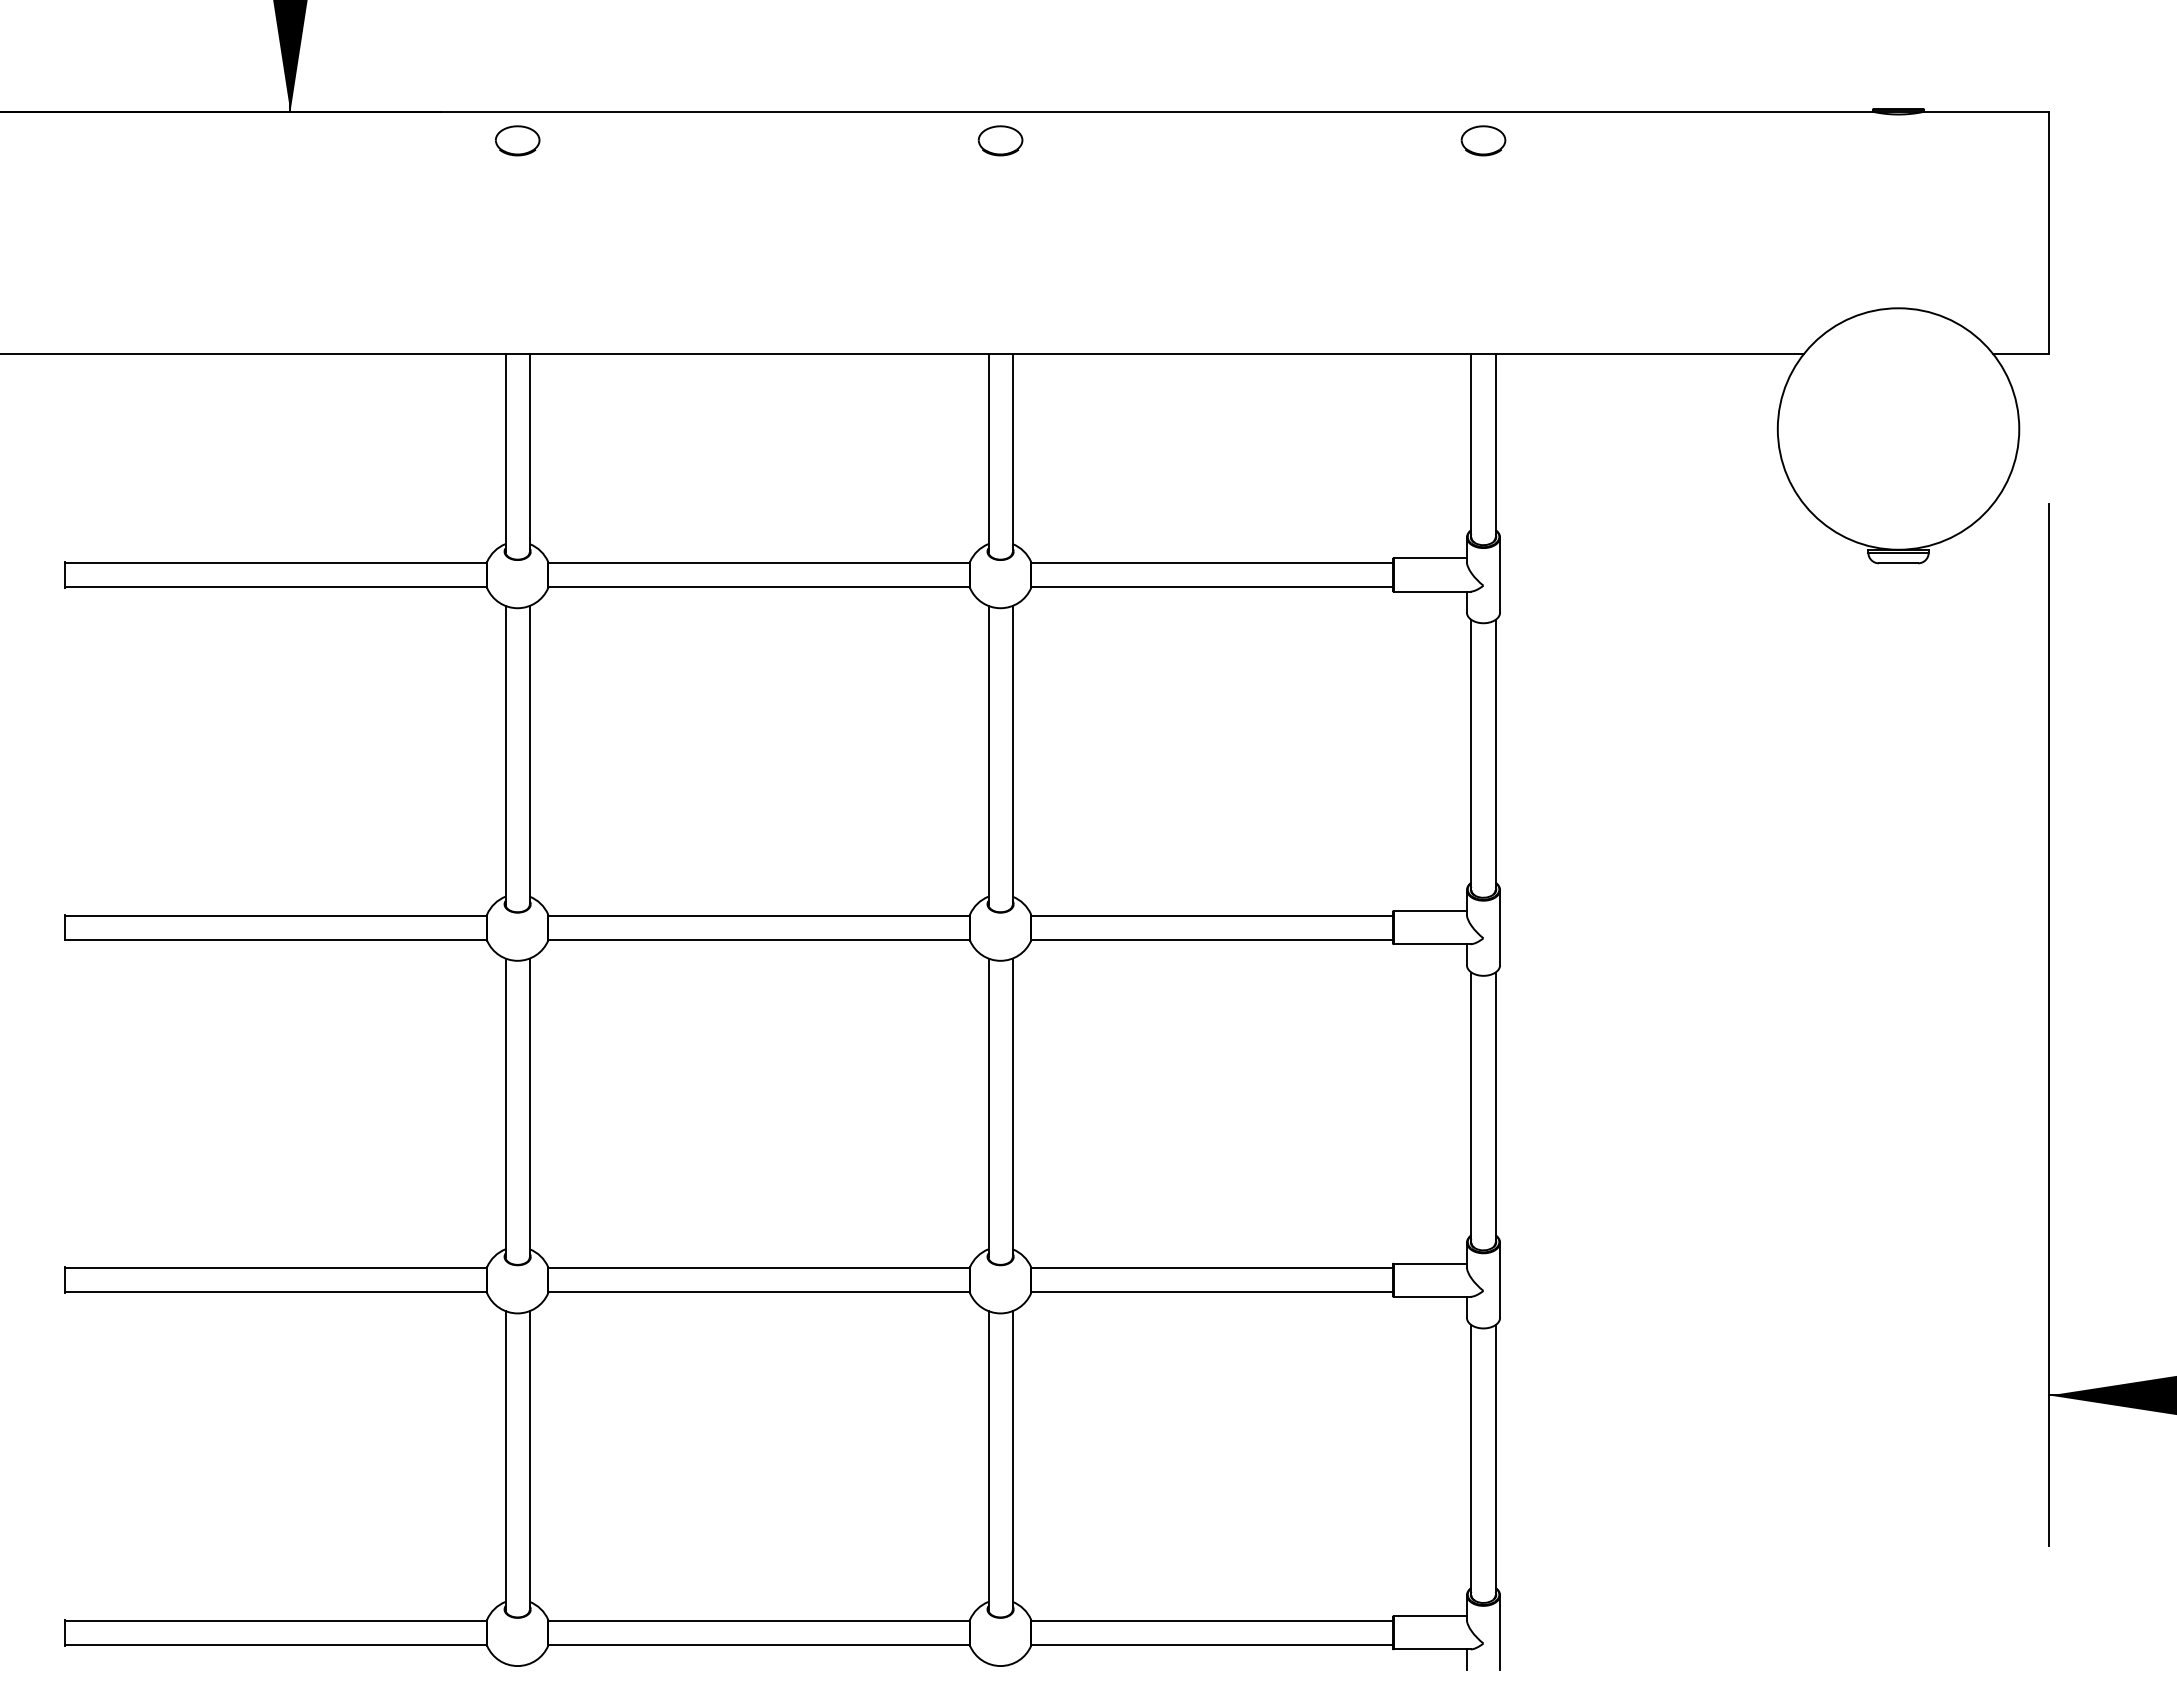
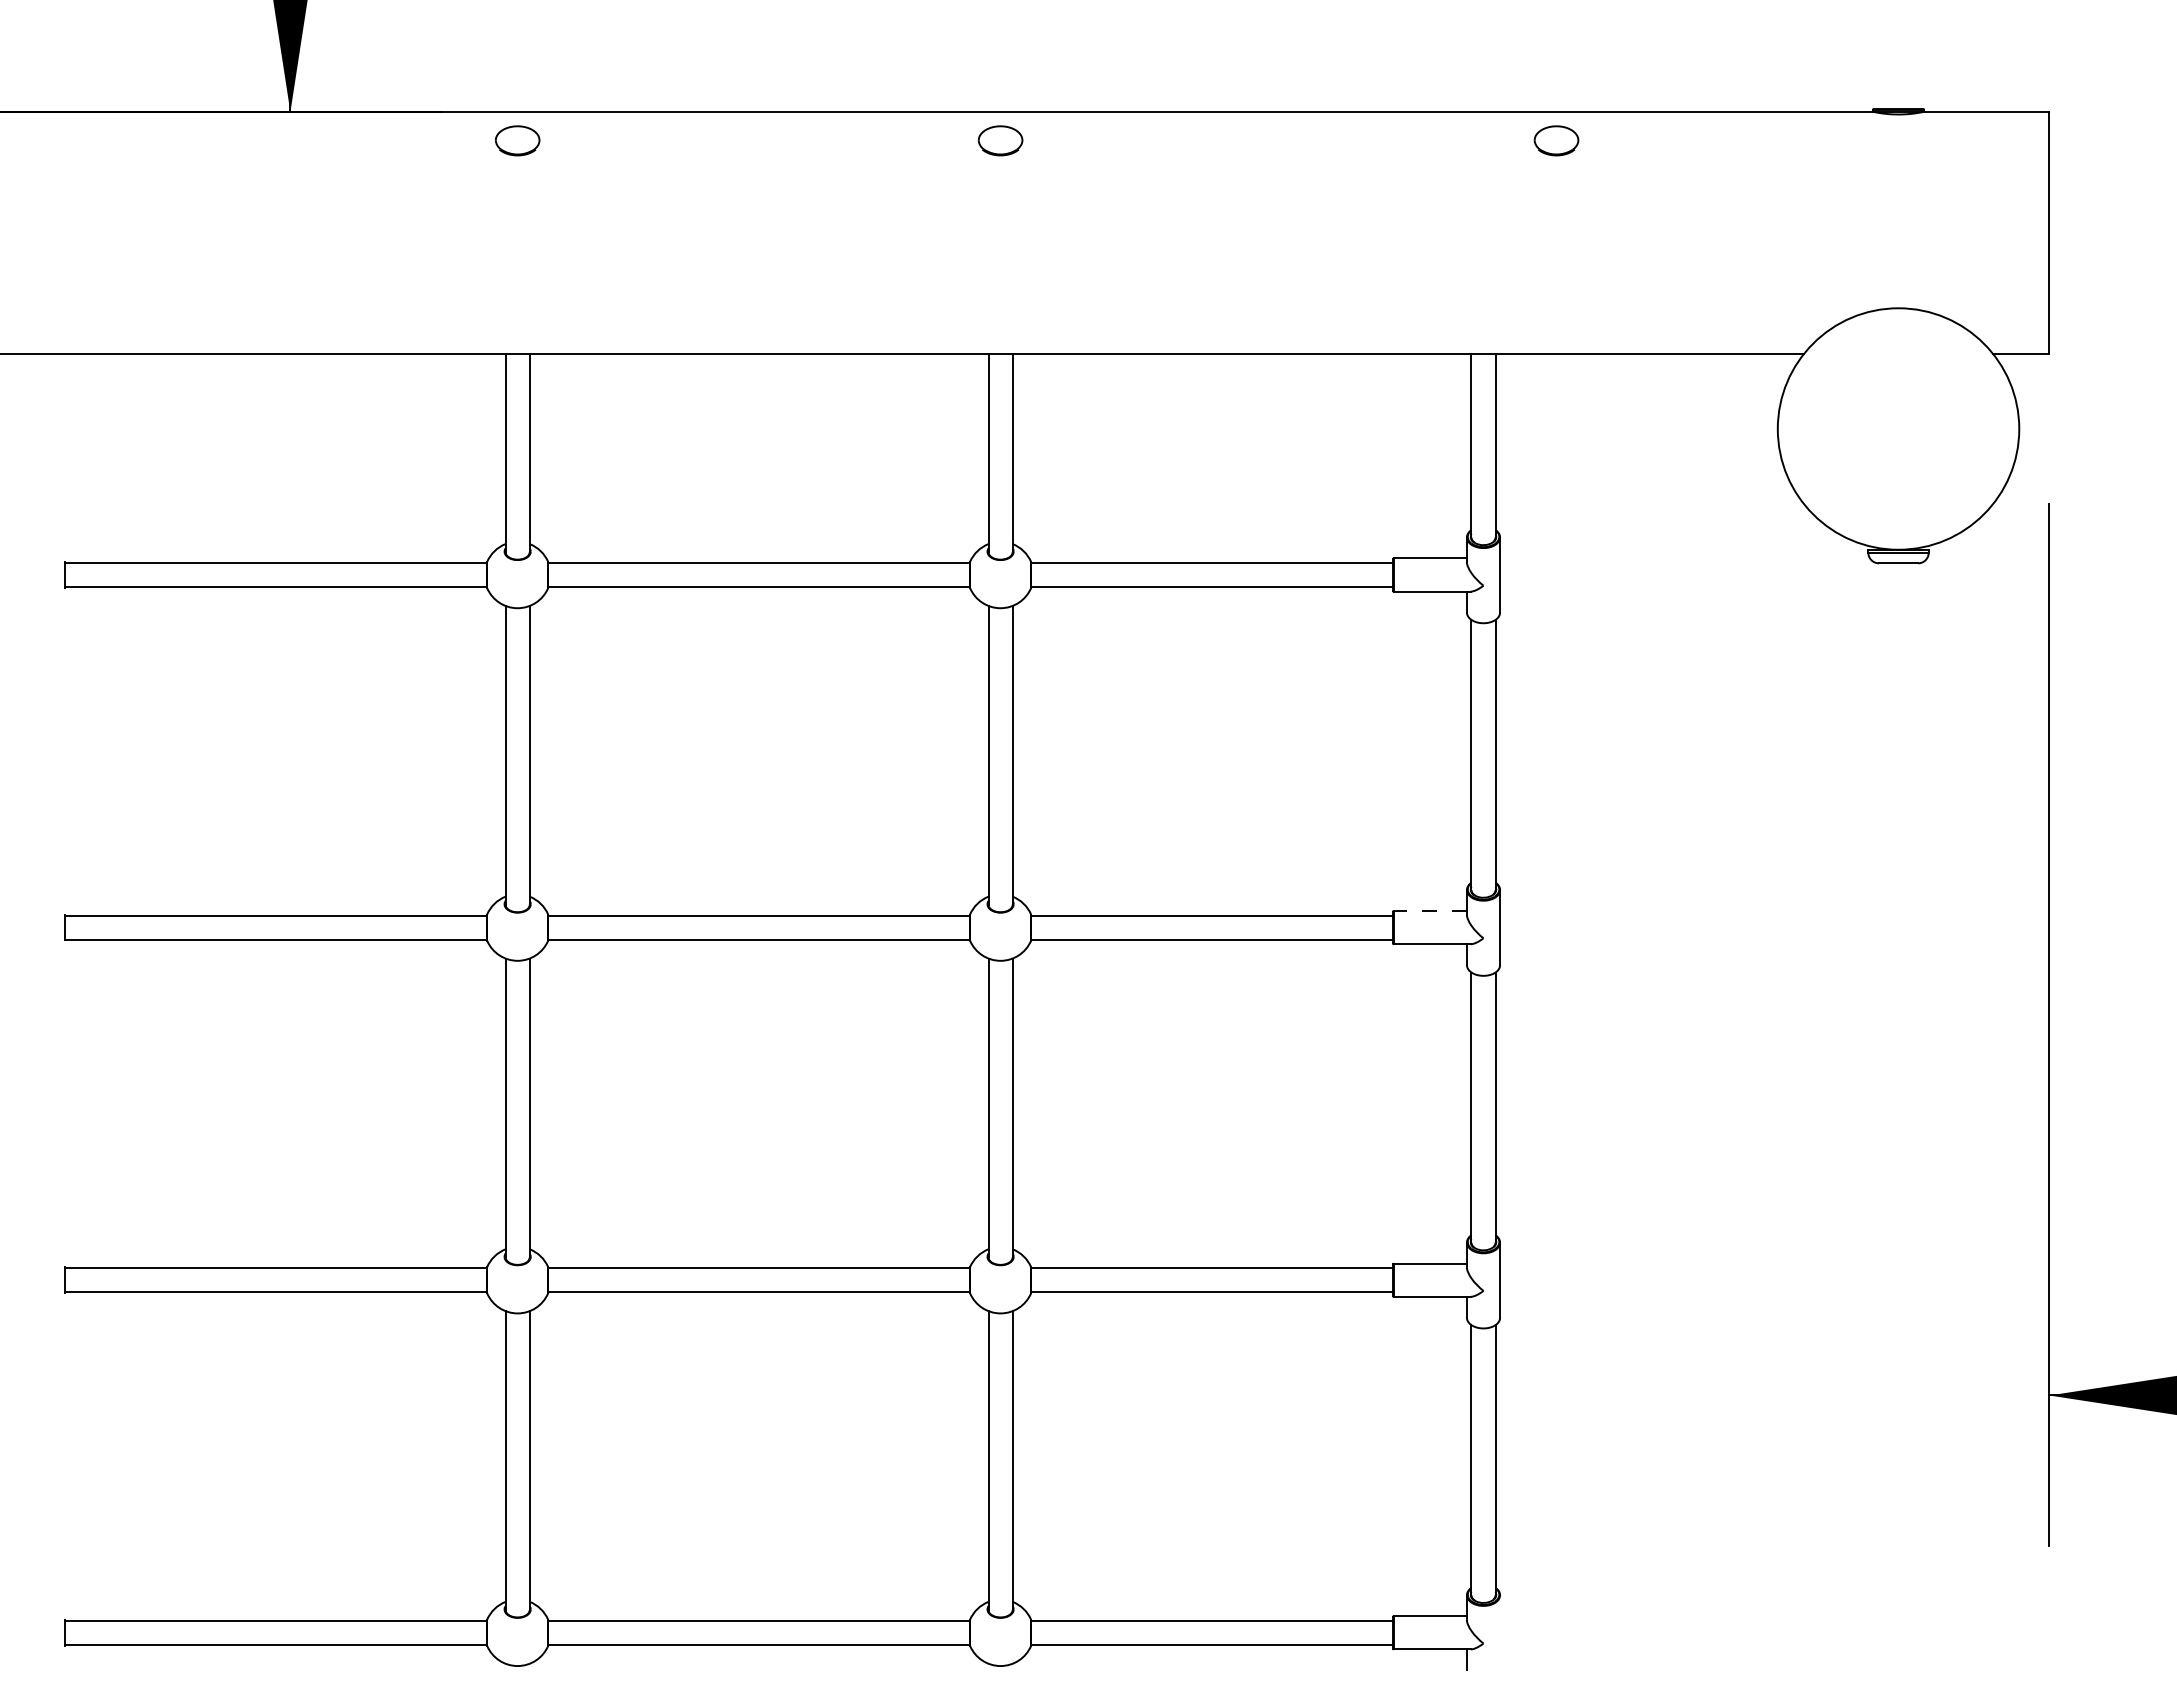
part at (1483, 140) position: (1483, 140) -> (1556, 140)
line at (1430, 911): solid -> dashed
line at (1500, 1632): present -> none
